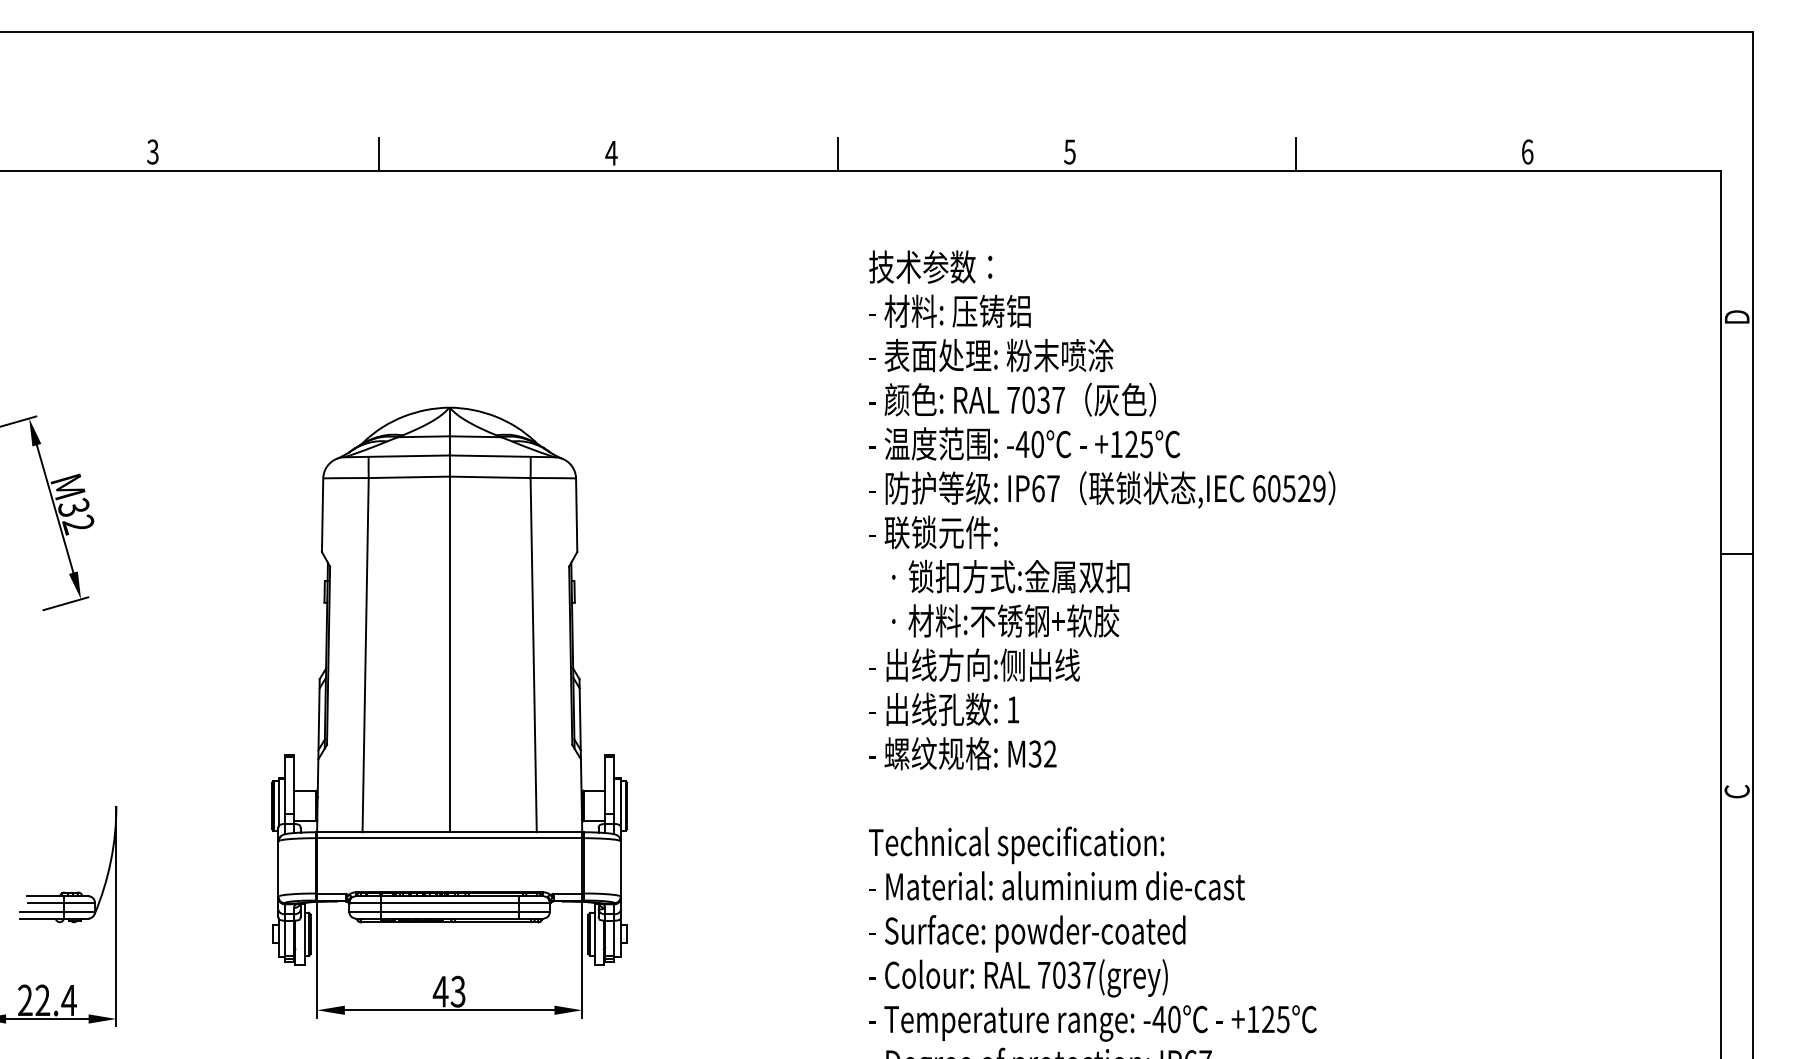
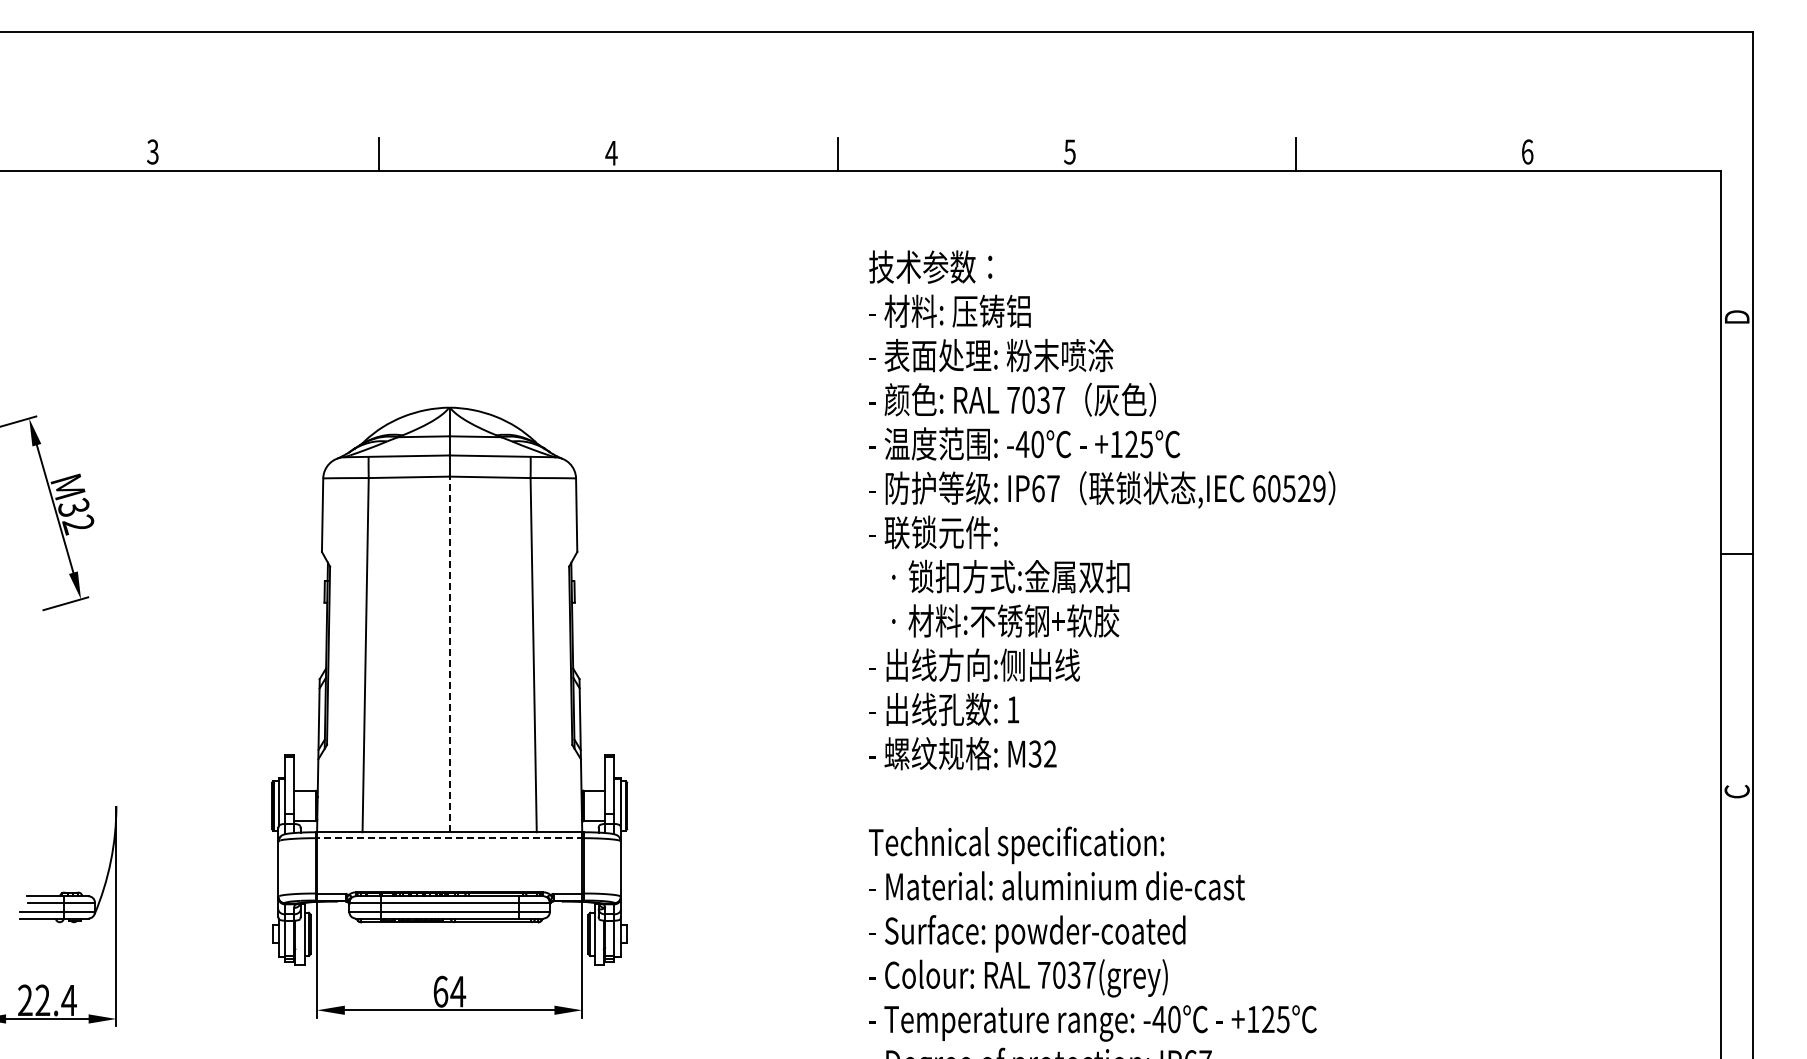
line at (449, 654): solid -> dashed
line at (449, 838): solid -> dashed
text at (449, 991): 43 -> 64
